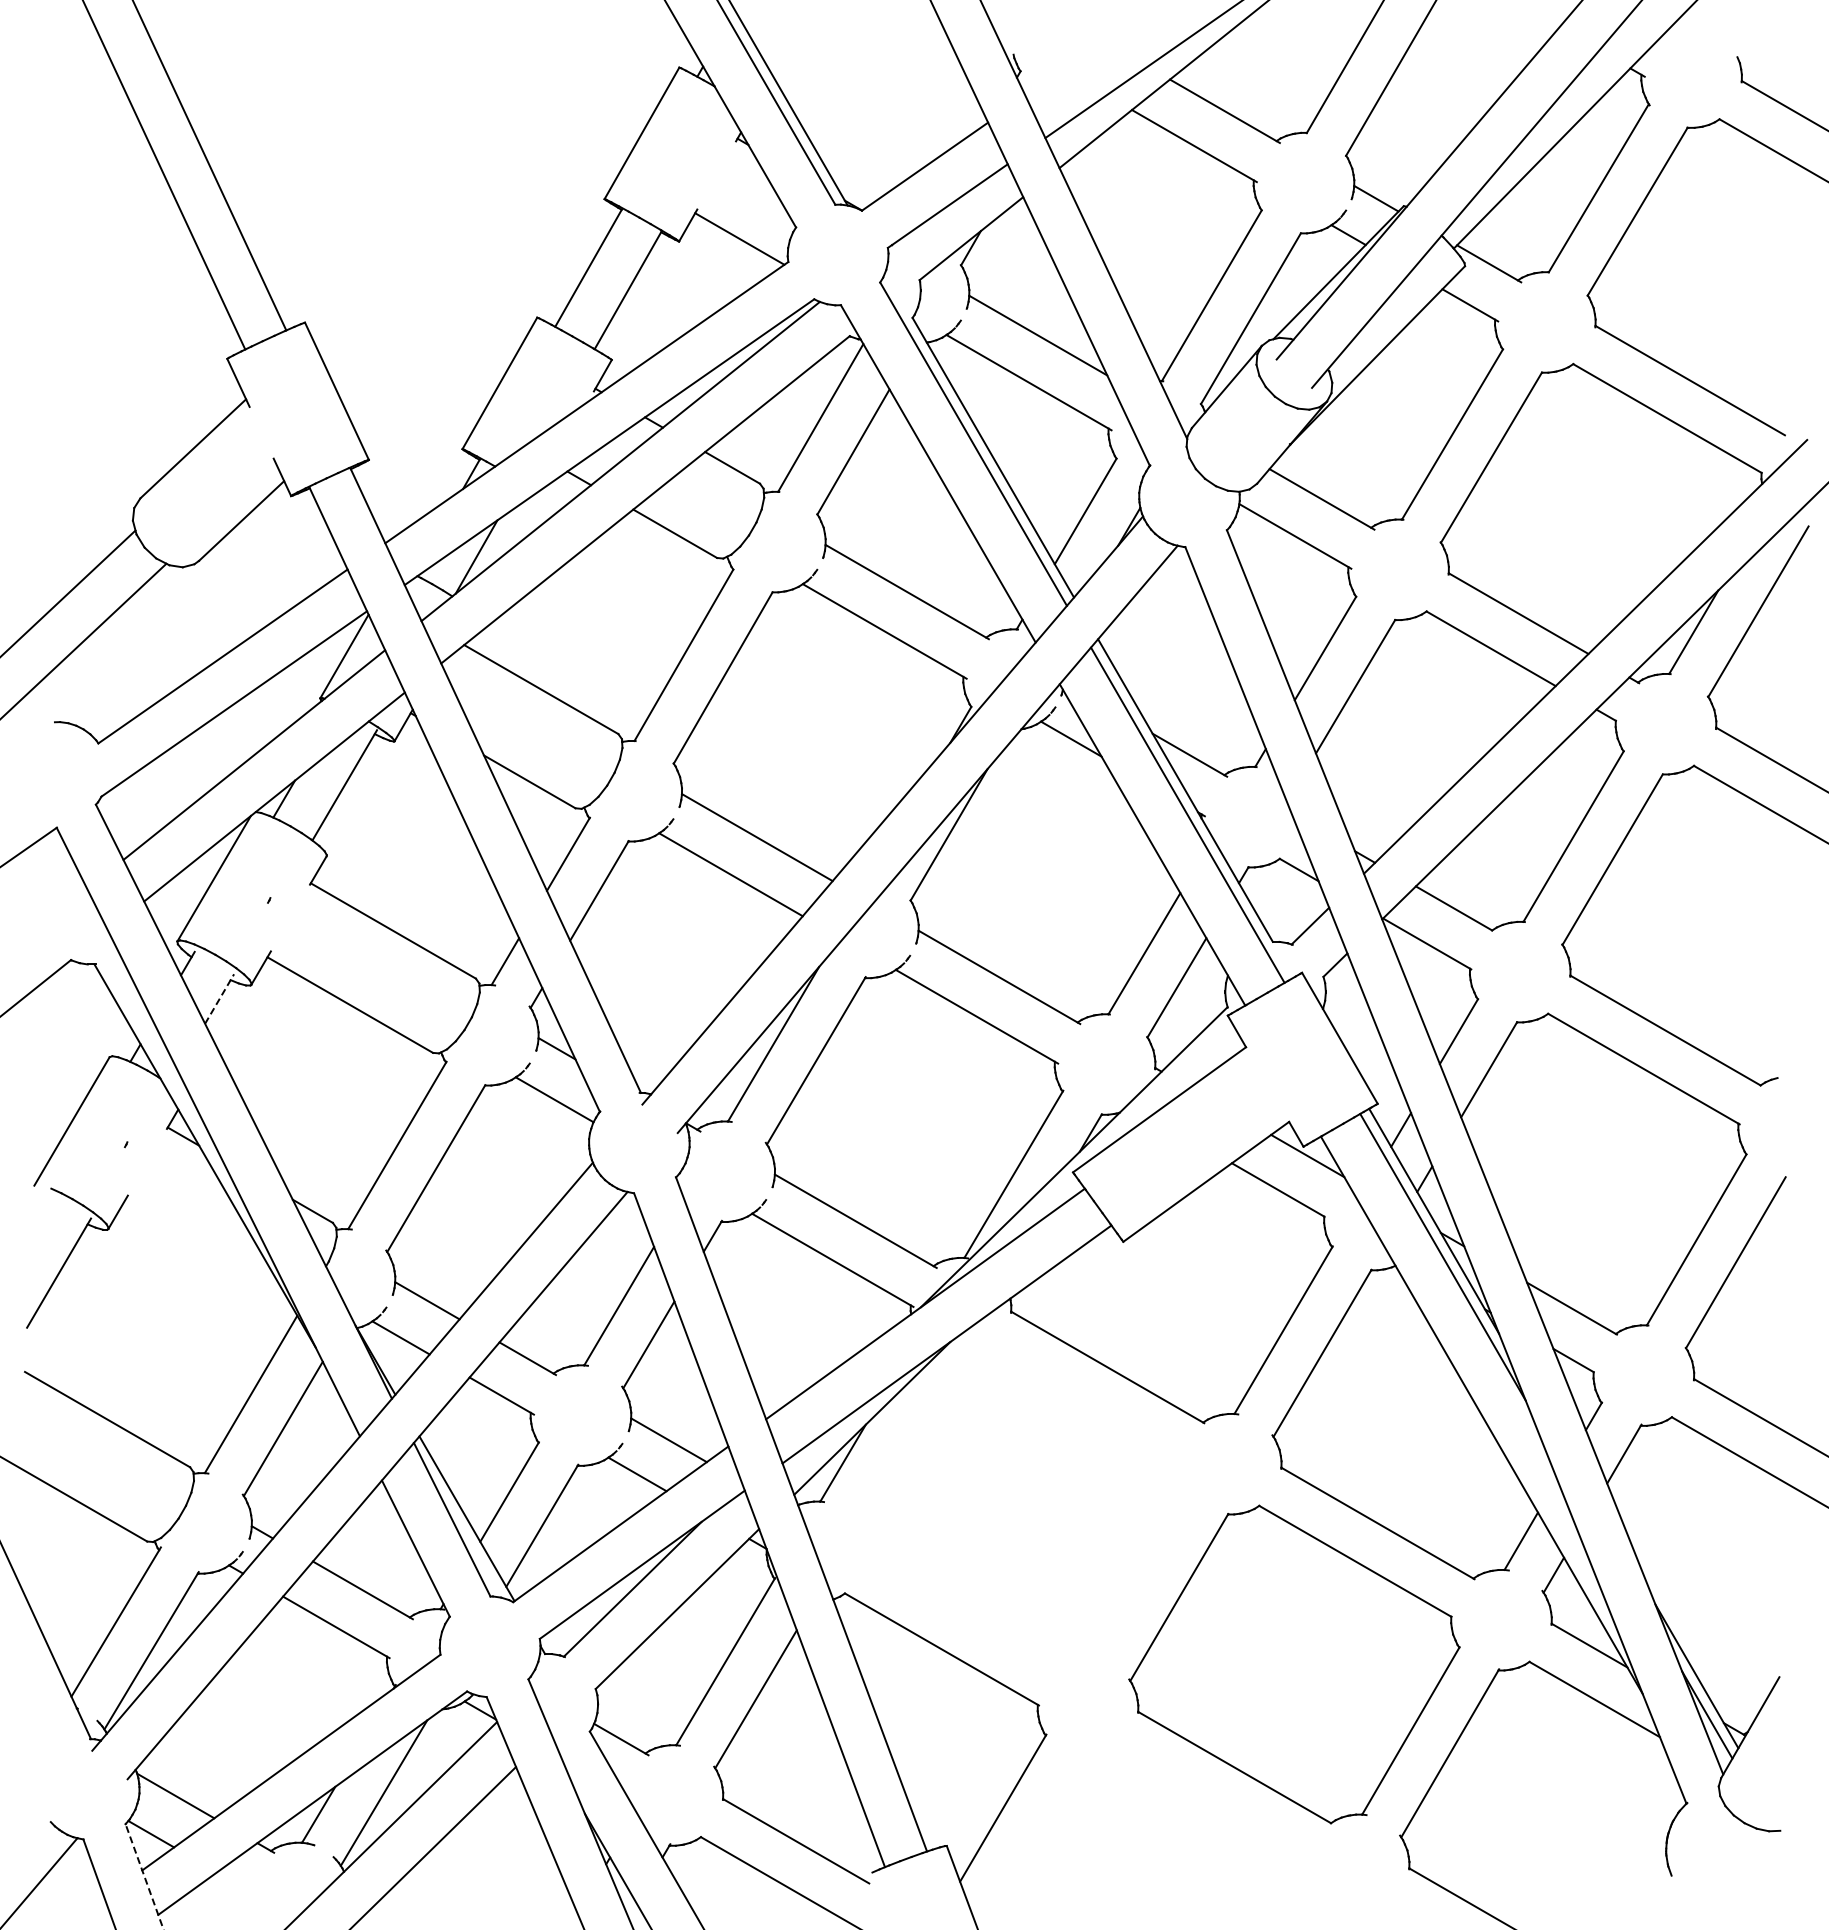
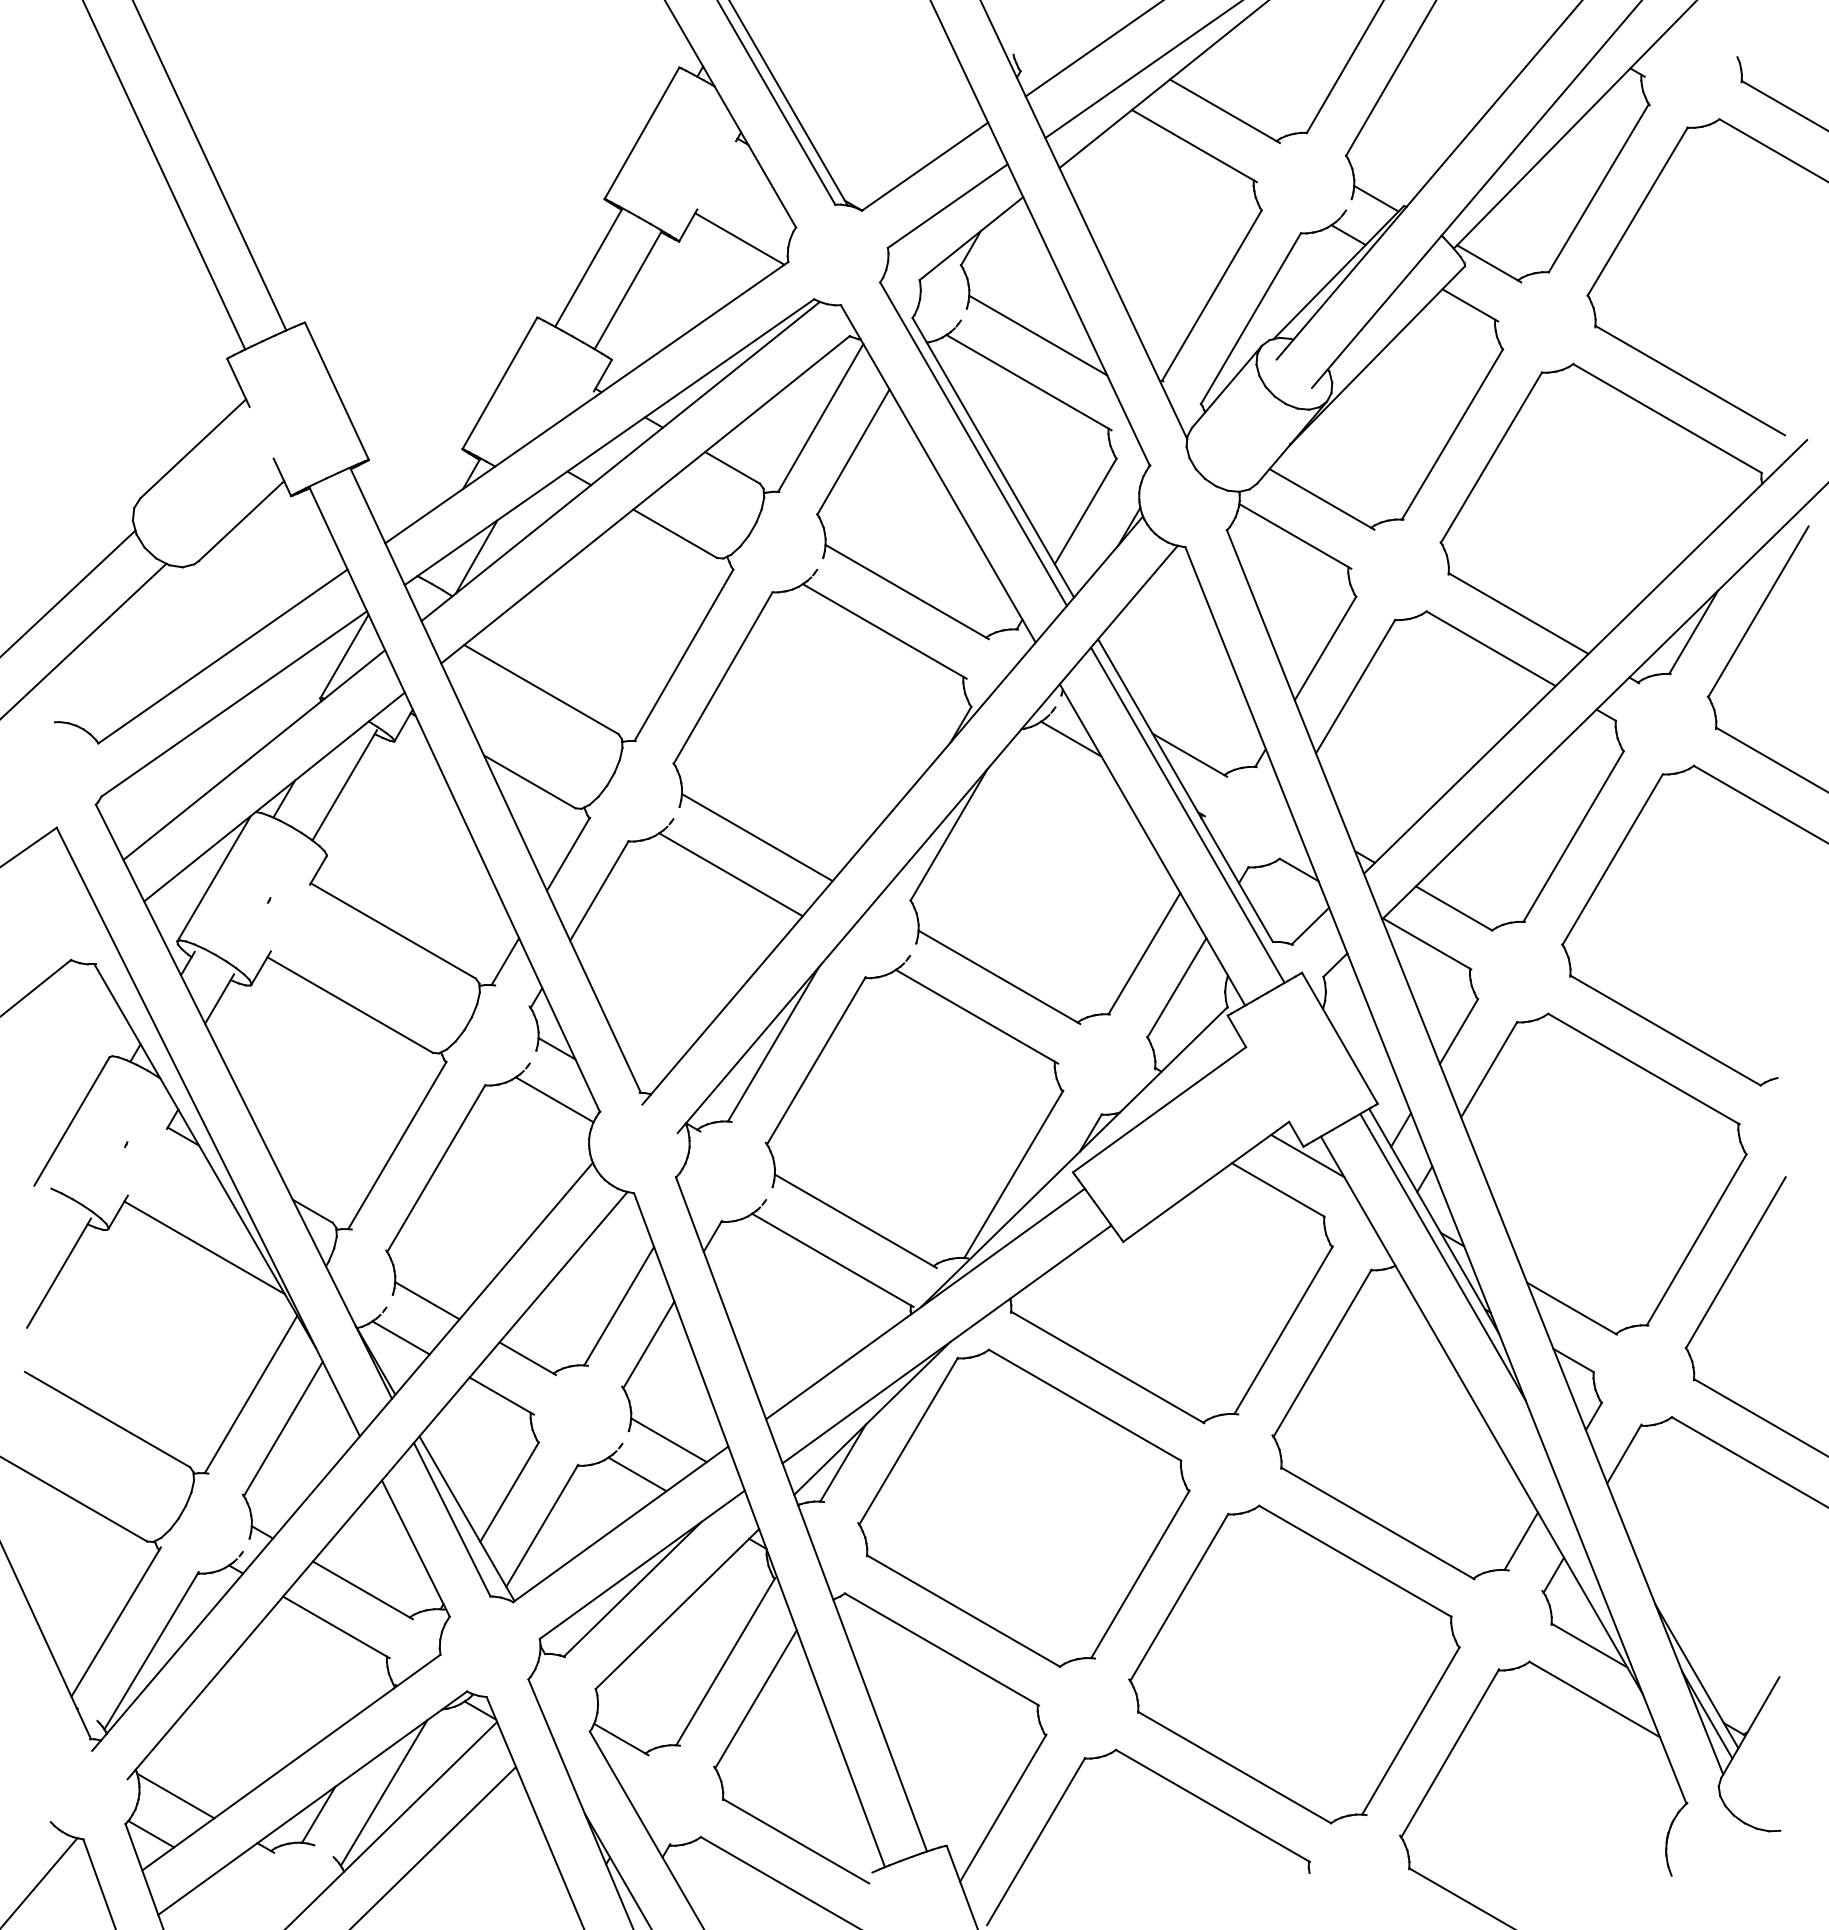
line at (1093, 49): none -> present
line at (219, 999): dashed -> solid
line at (204, 1247): none -> present
part at (1023, 1507): none -> present
part at (1178, 1787): none -> present
line at (144, 1876): dashed -> solid
